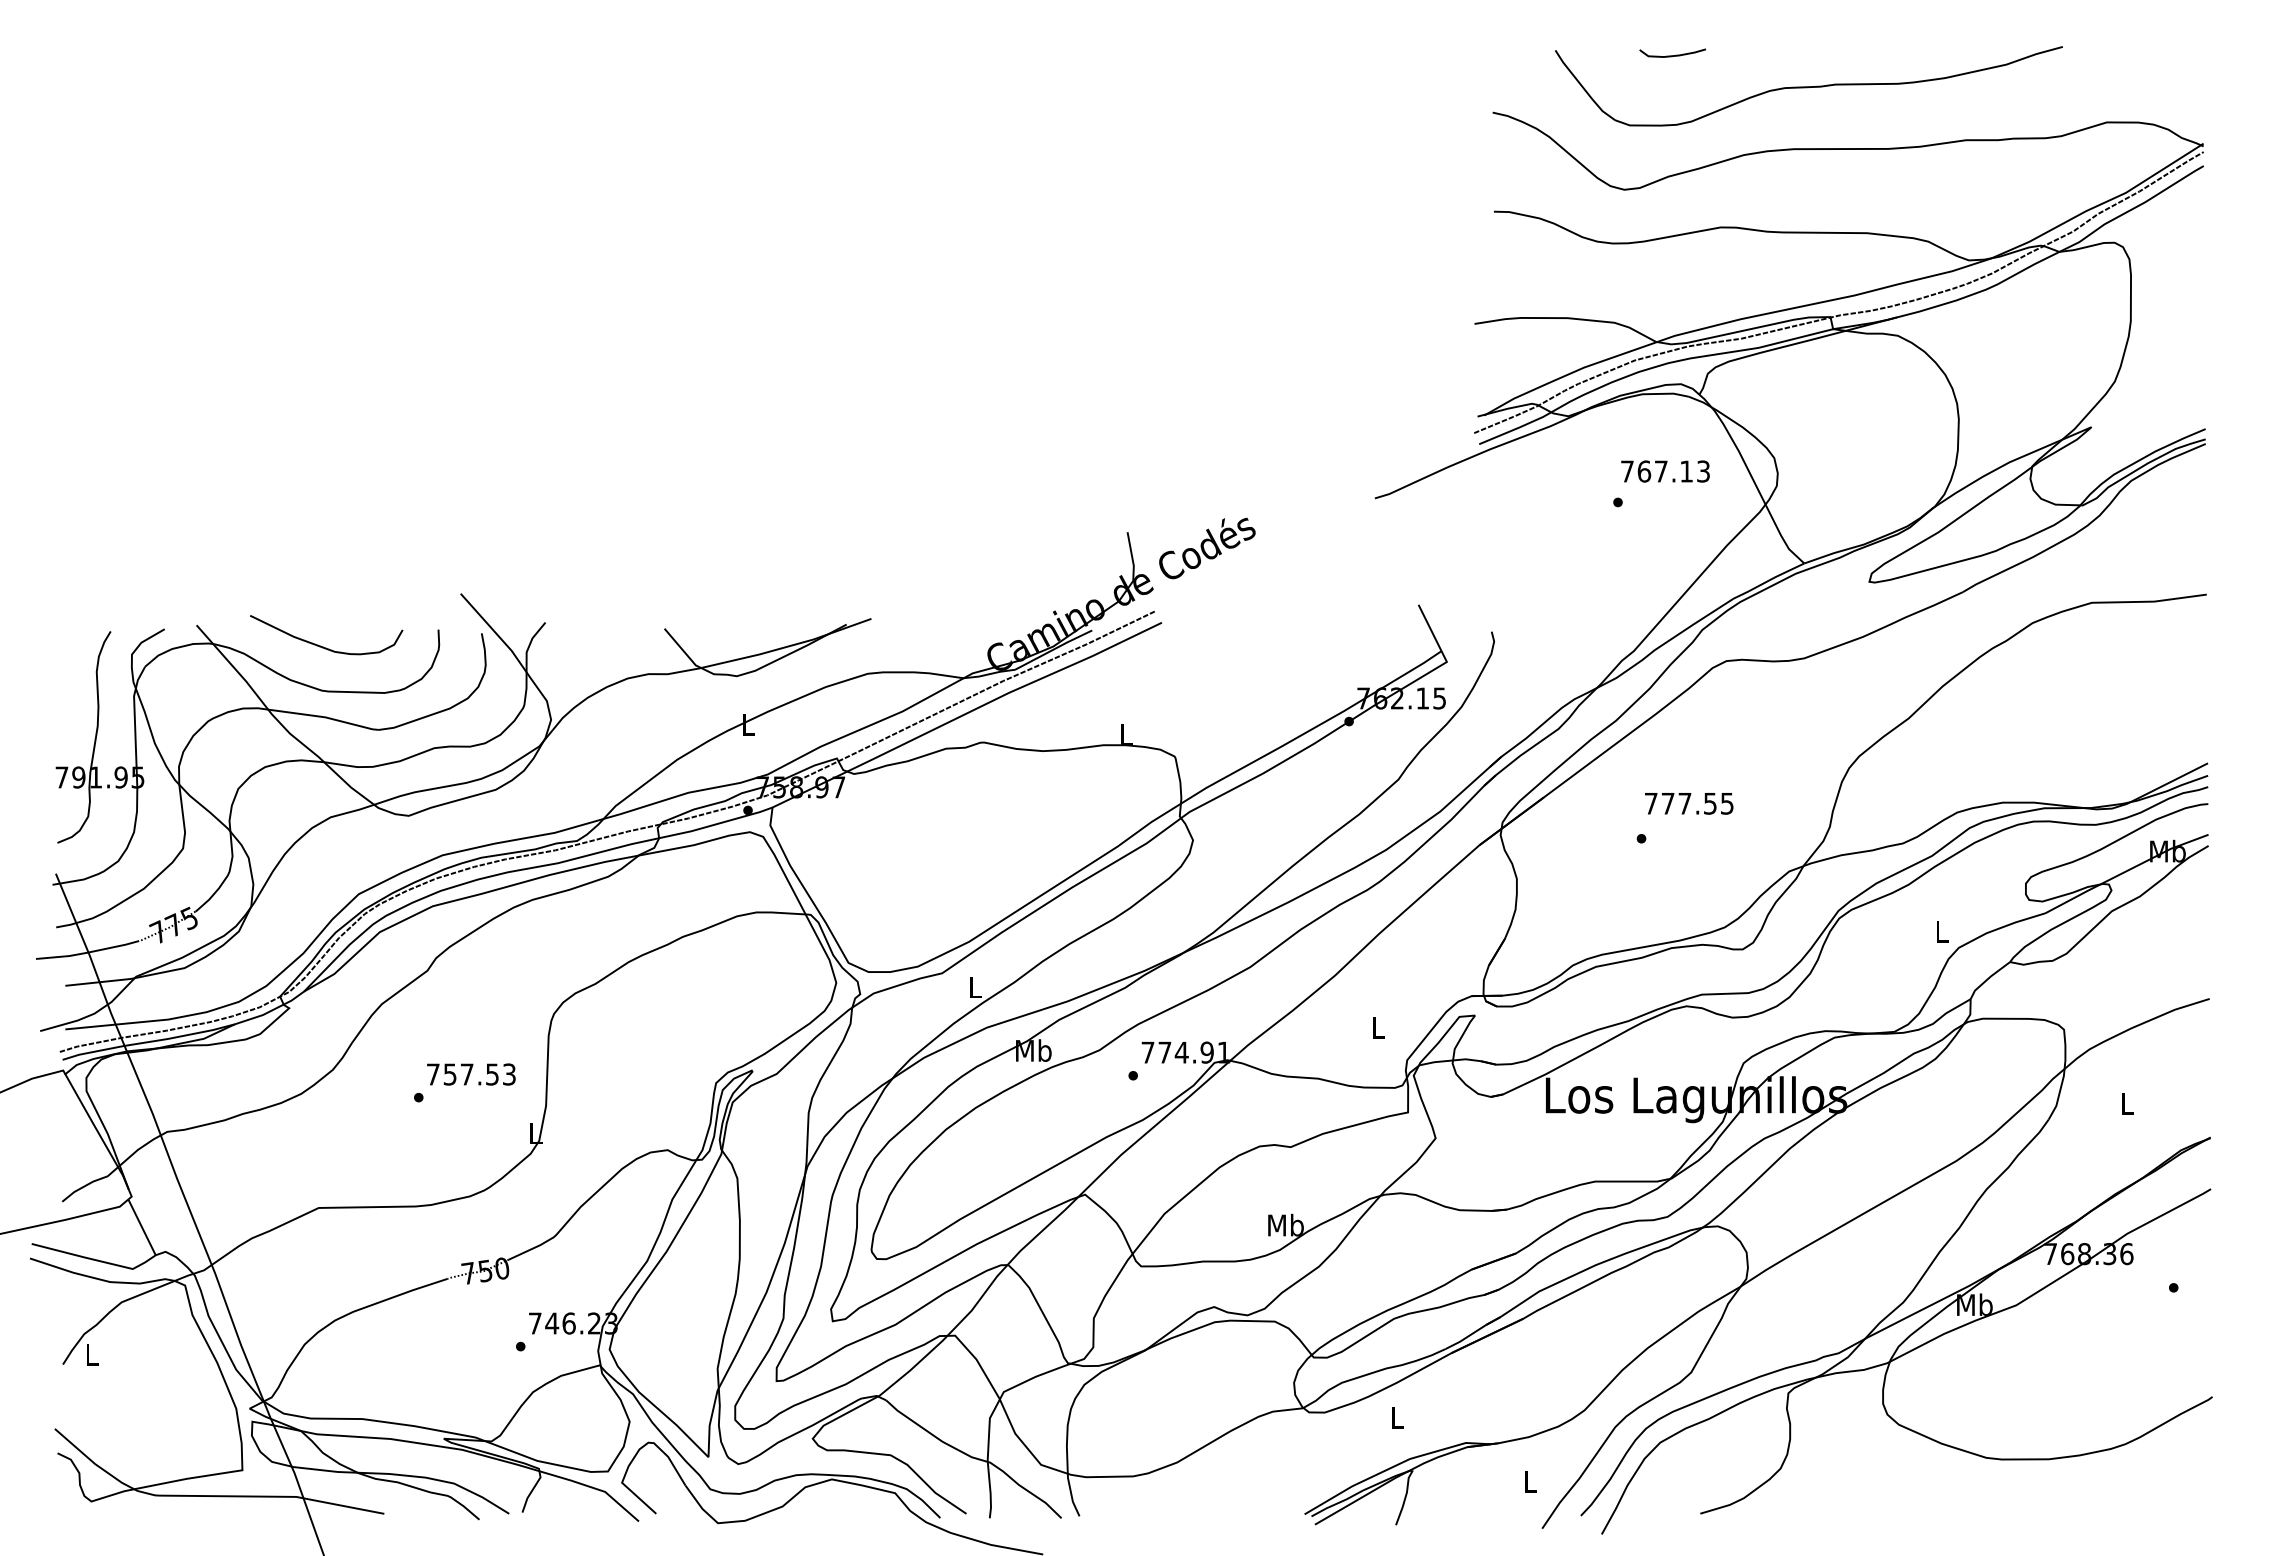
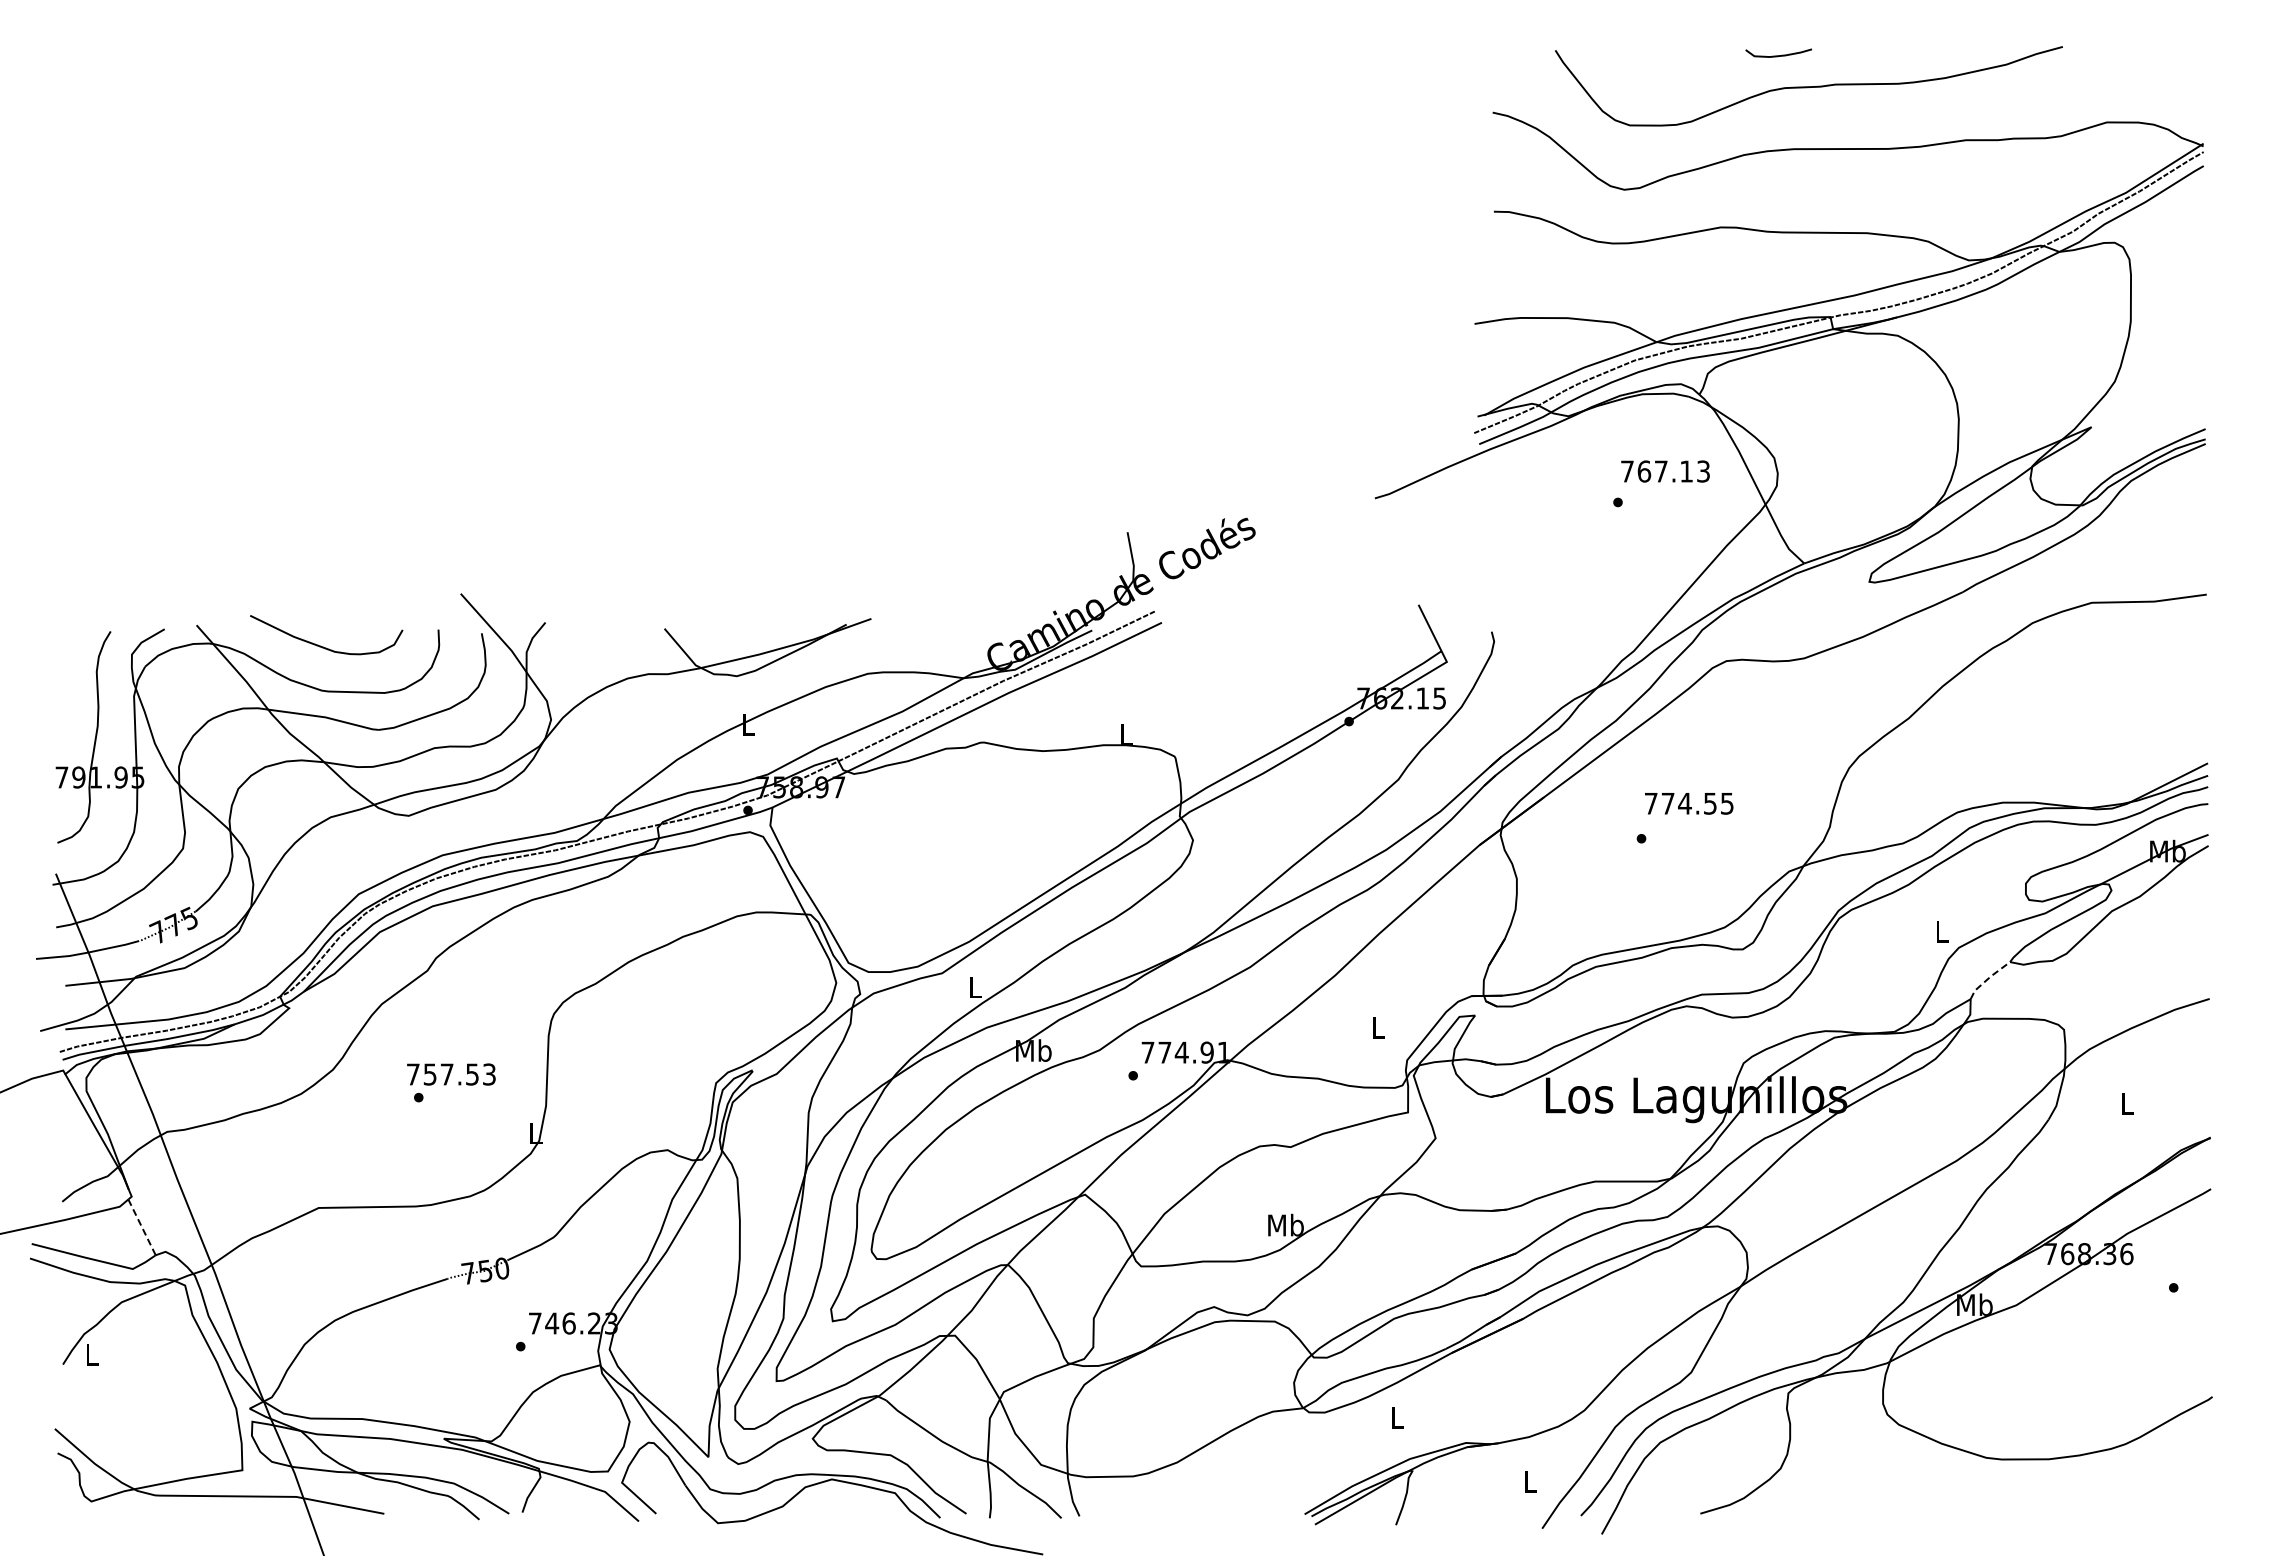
curve at (1672, 55) position: (1672, 55) -> (1778, 55)
text at (1684, 803): 777.55 -> 774.55
line at (1988, 978): solid -> dashed
text at (471, 1074) position: (471, 1074) -> (451, 1074)
line at (142, 1227): solid -> dashed
